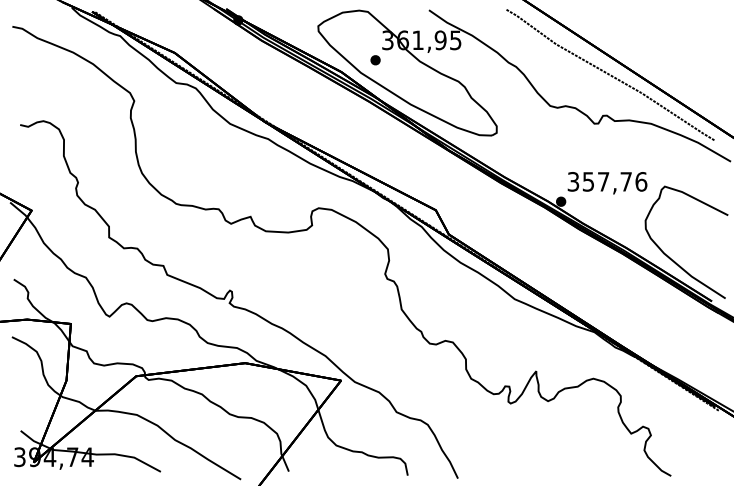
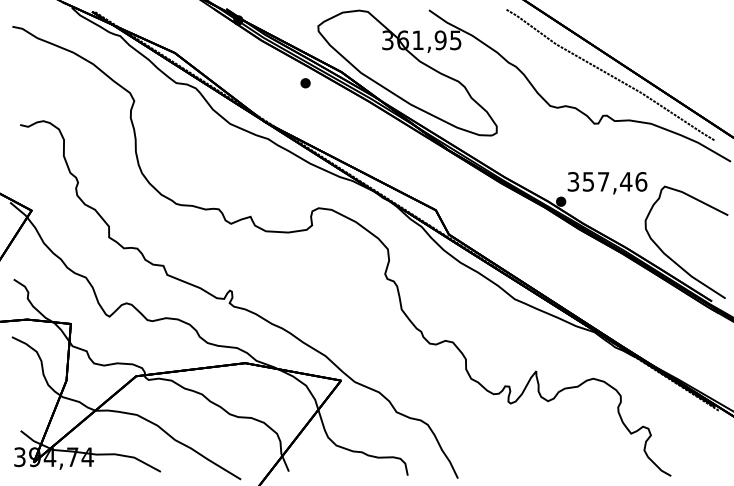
part at (375, 60) position: (375, 60) -> (305, 83)
text at (626, 181): 357,76 -> 357,46
